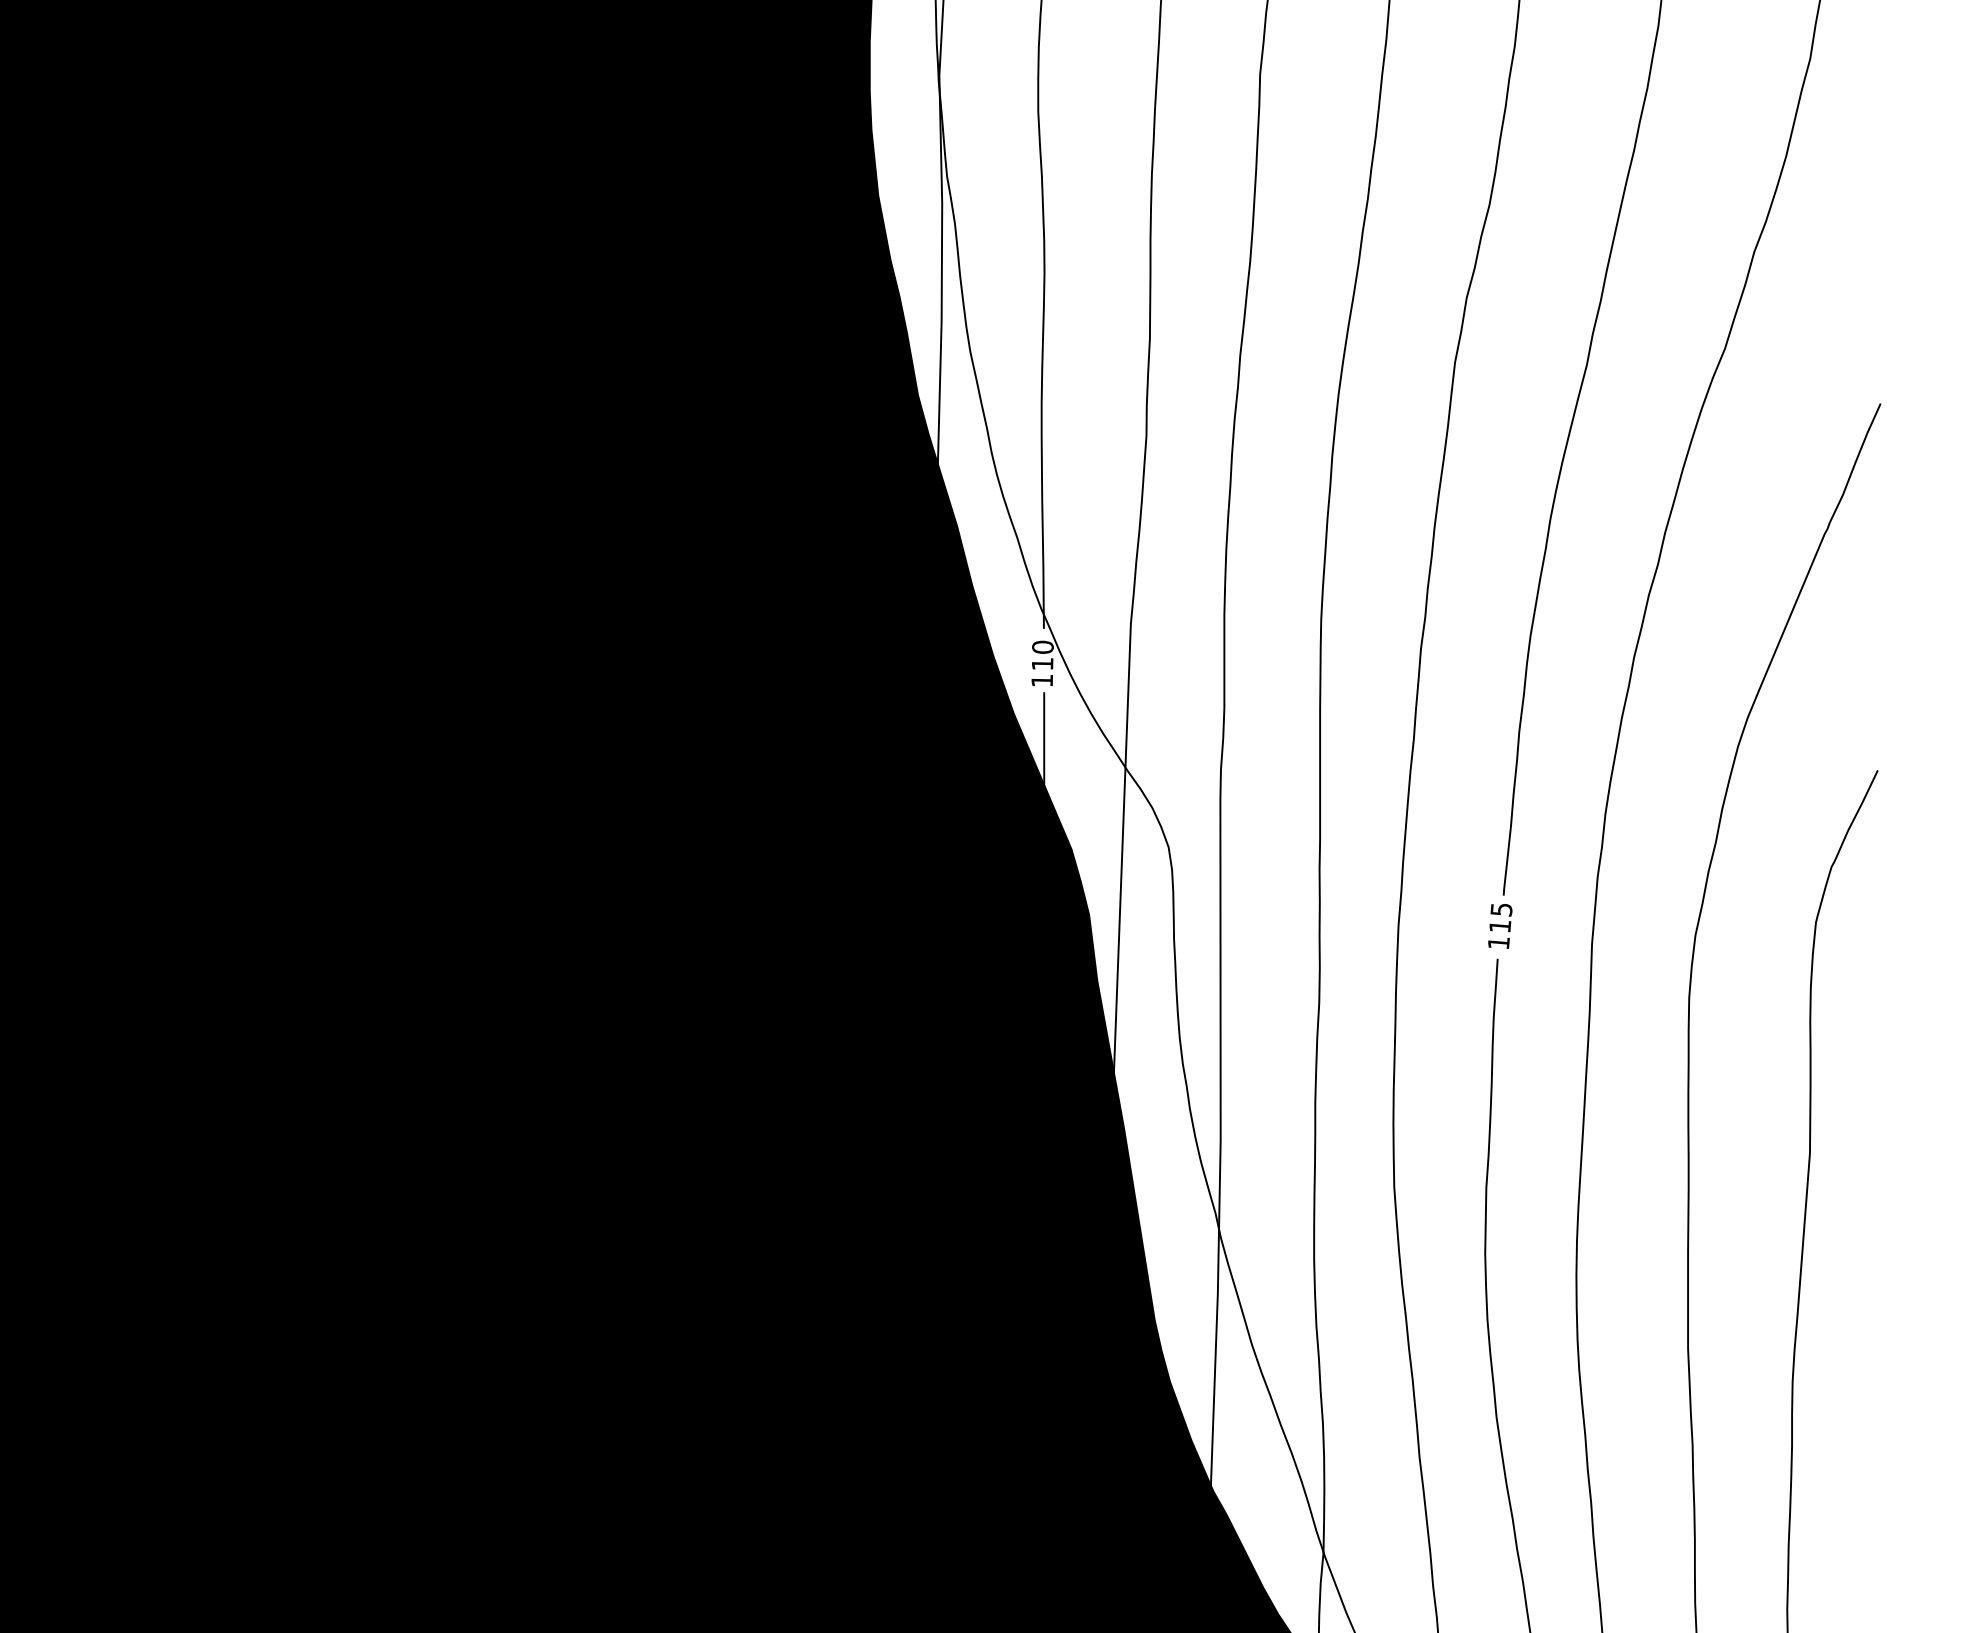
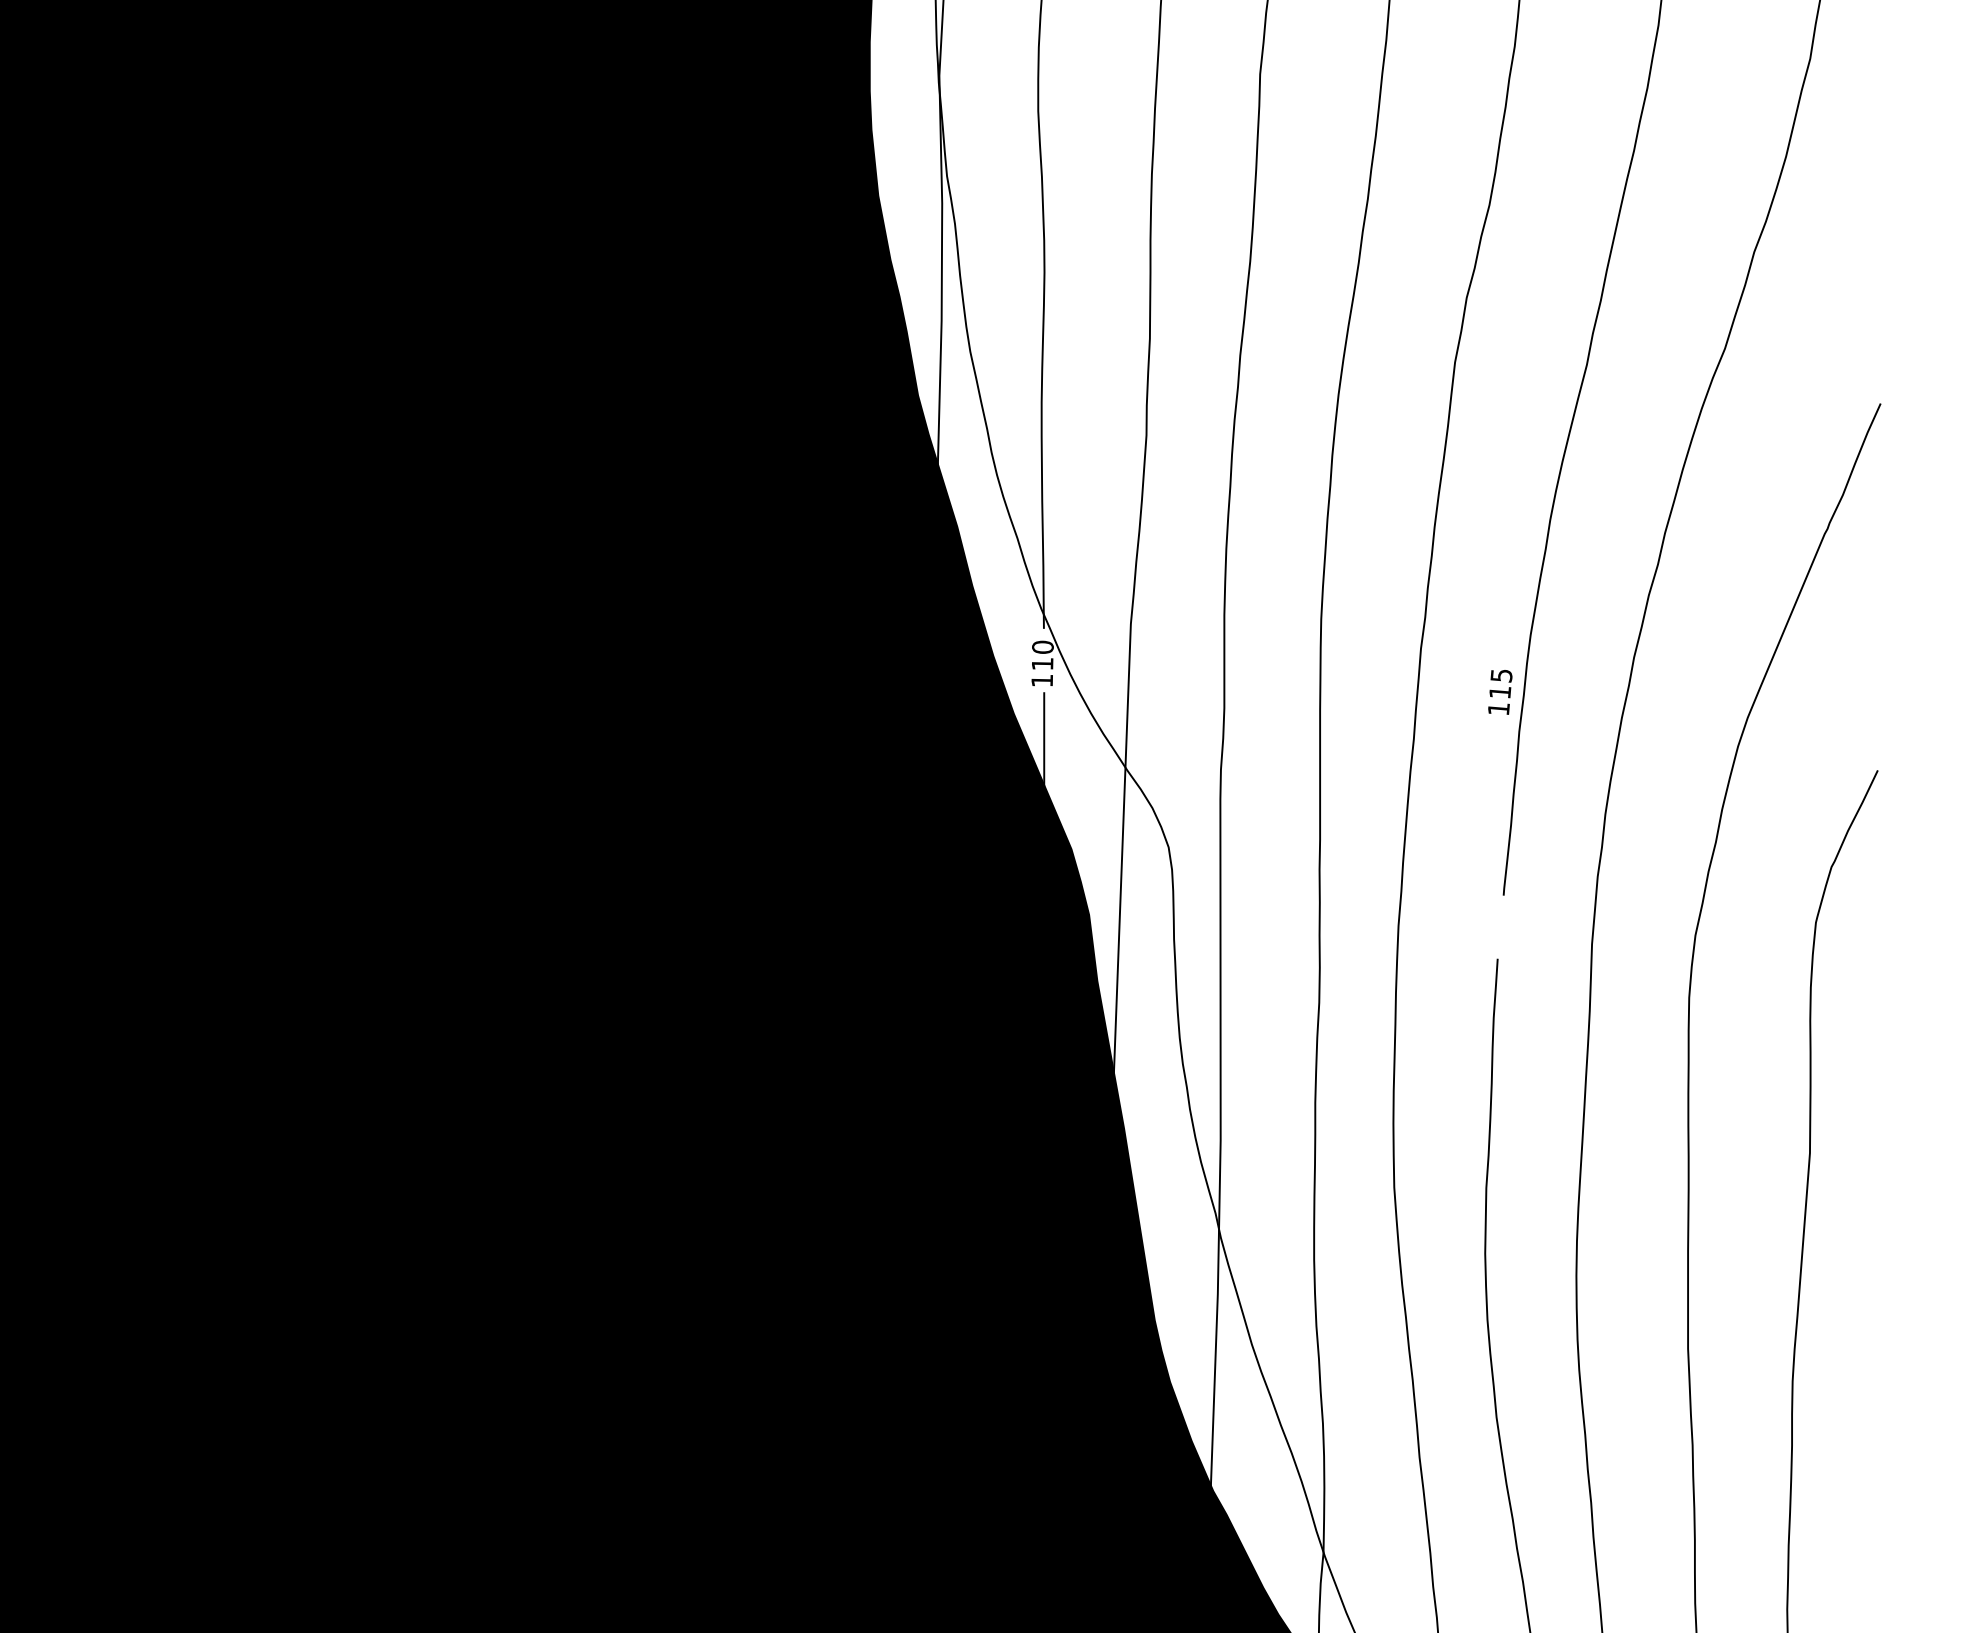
text at (1500, 926) position: (1500, 926) -> (1500, 692)
